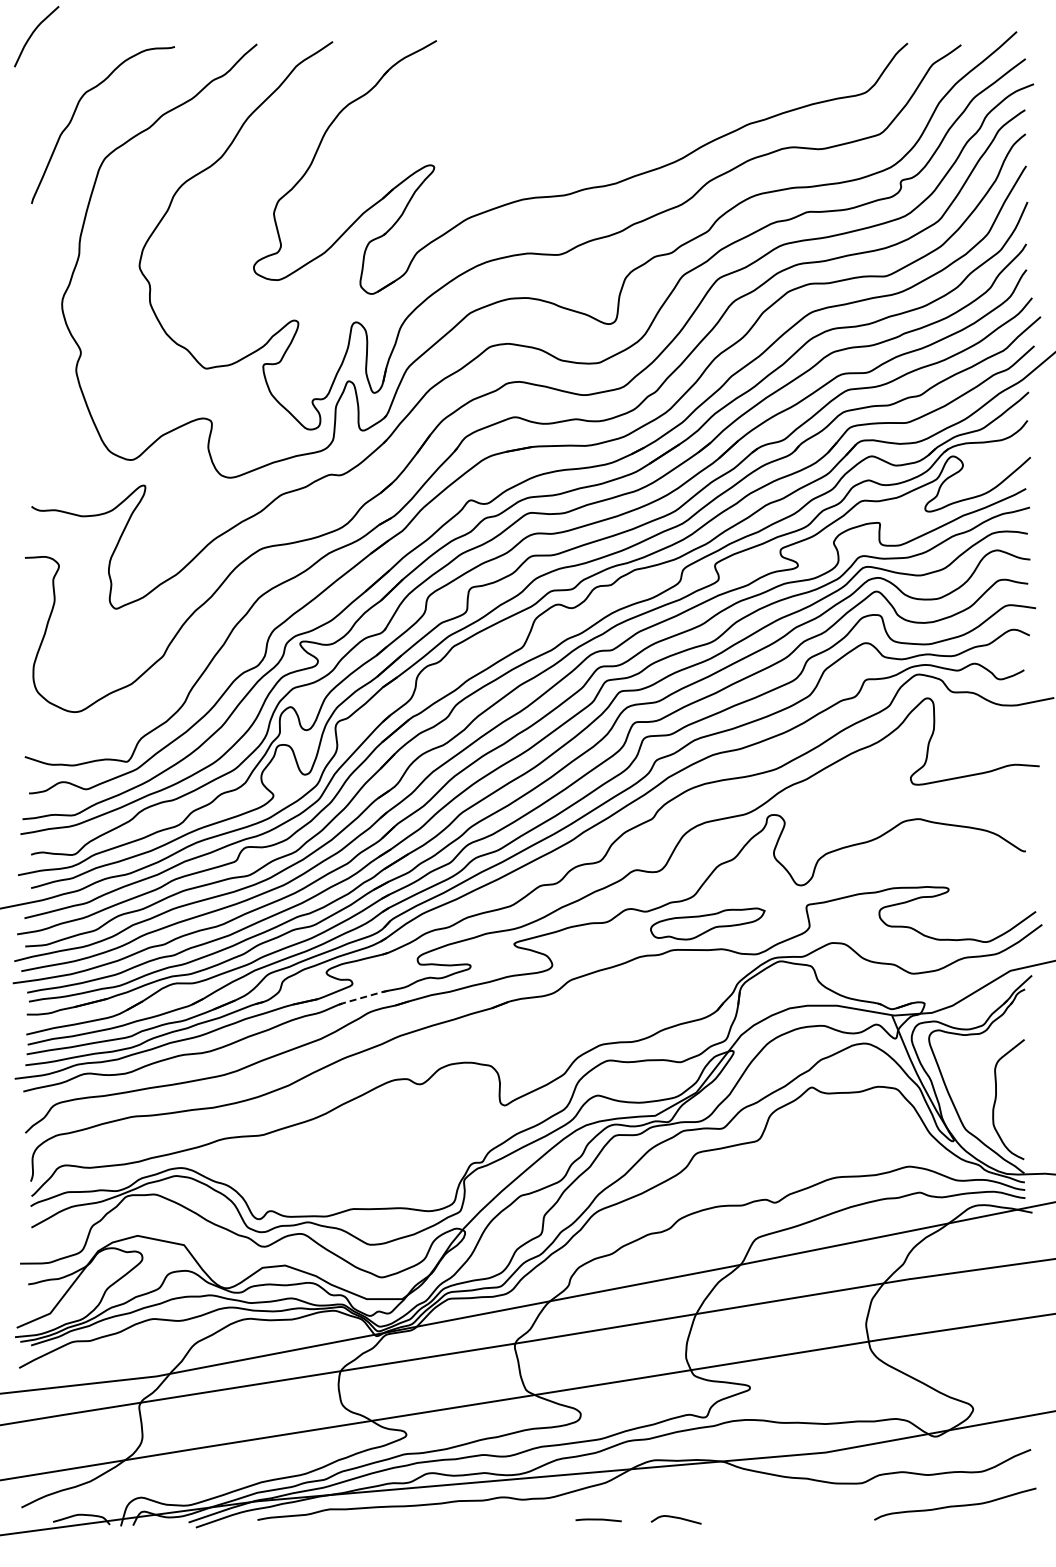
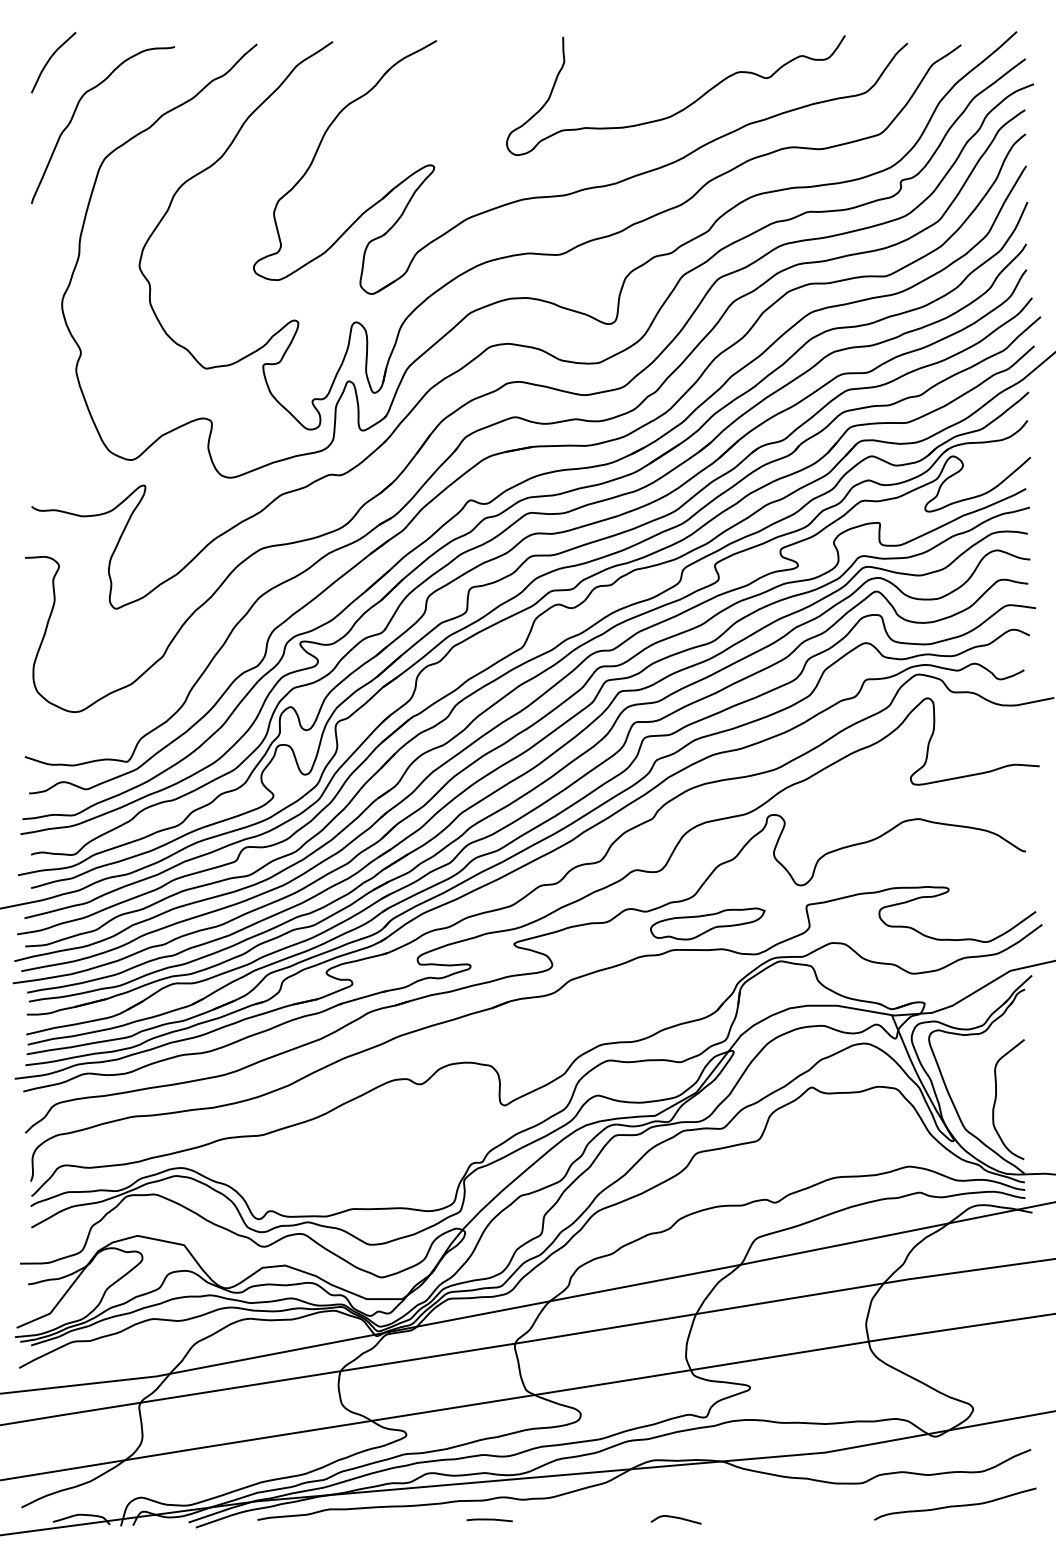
curve at (32, 35) position: (32, 35) -> (49, 61)
curve at (684, 107): none -> present
line at (363, 997): dashed -> solid
line at (598, 1520) position: (598, 1520) -> (489, 1520)
